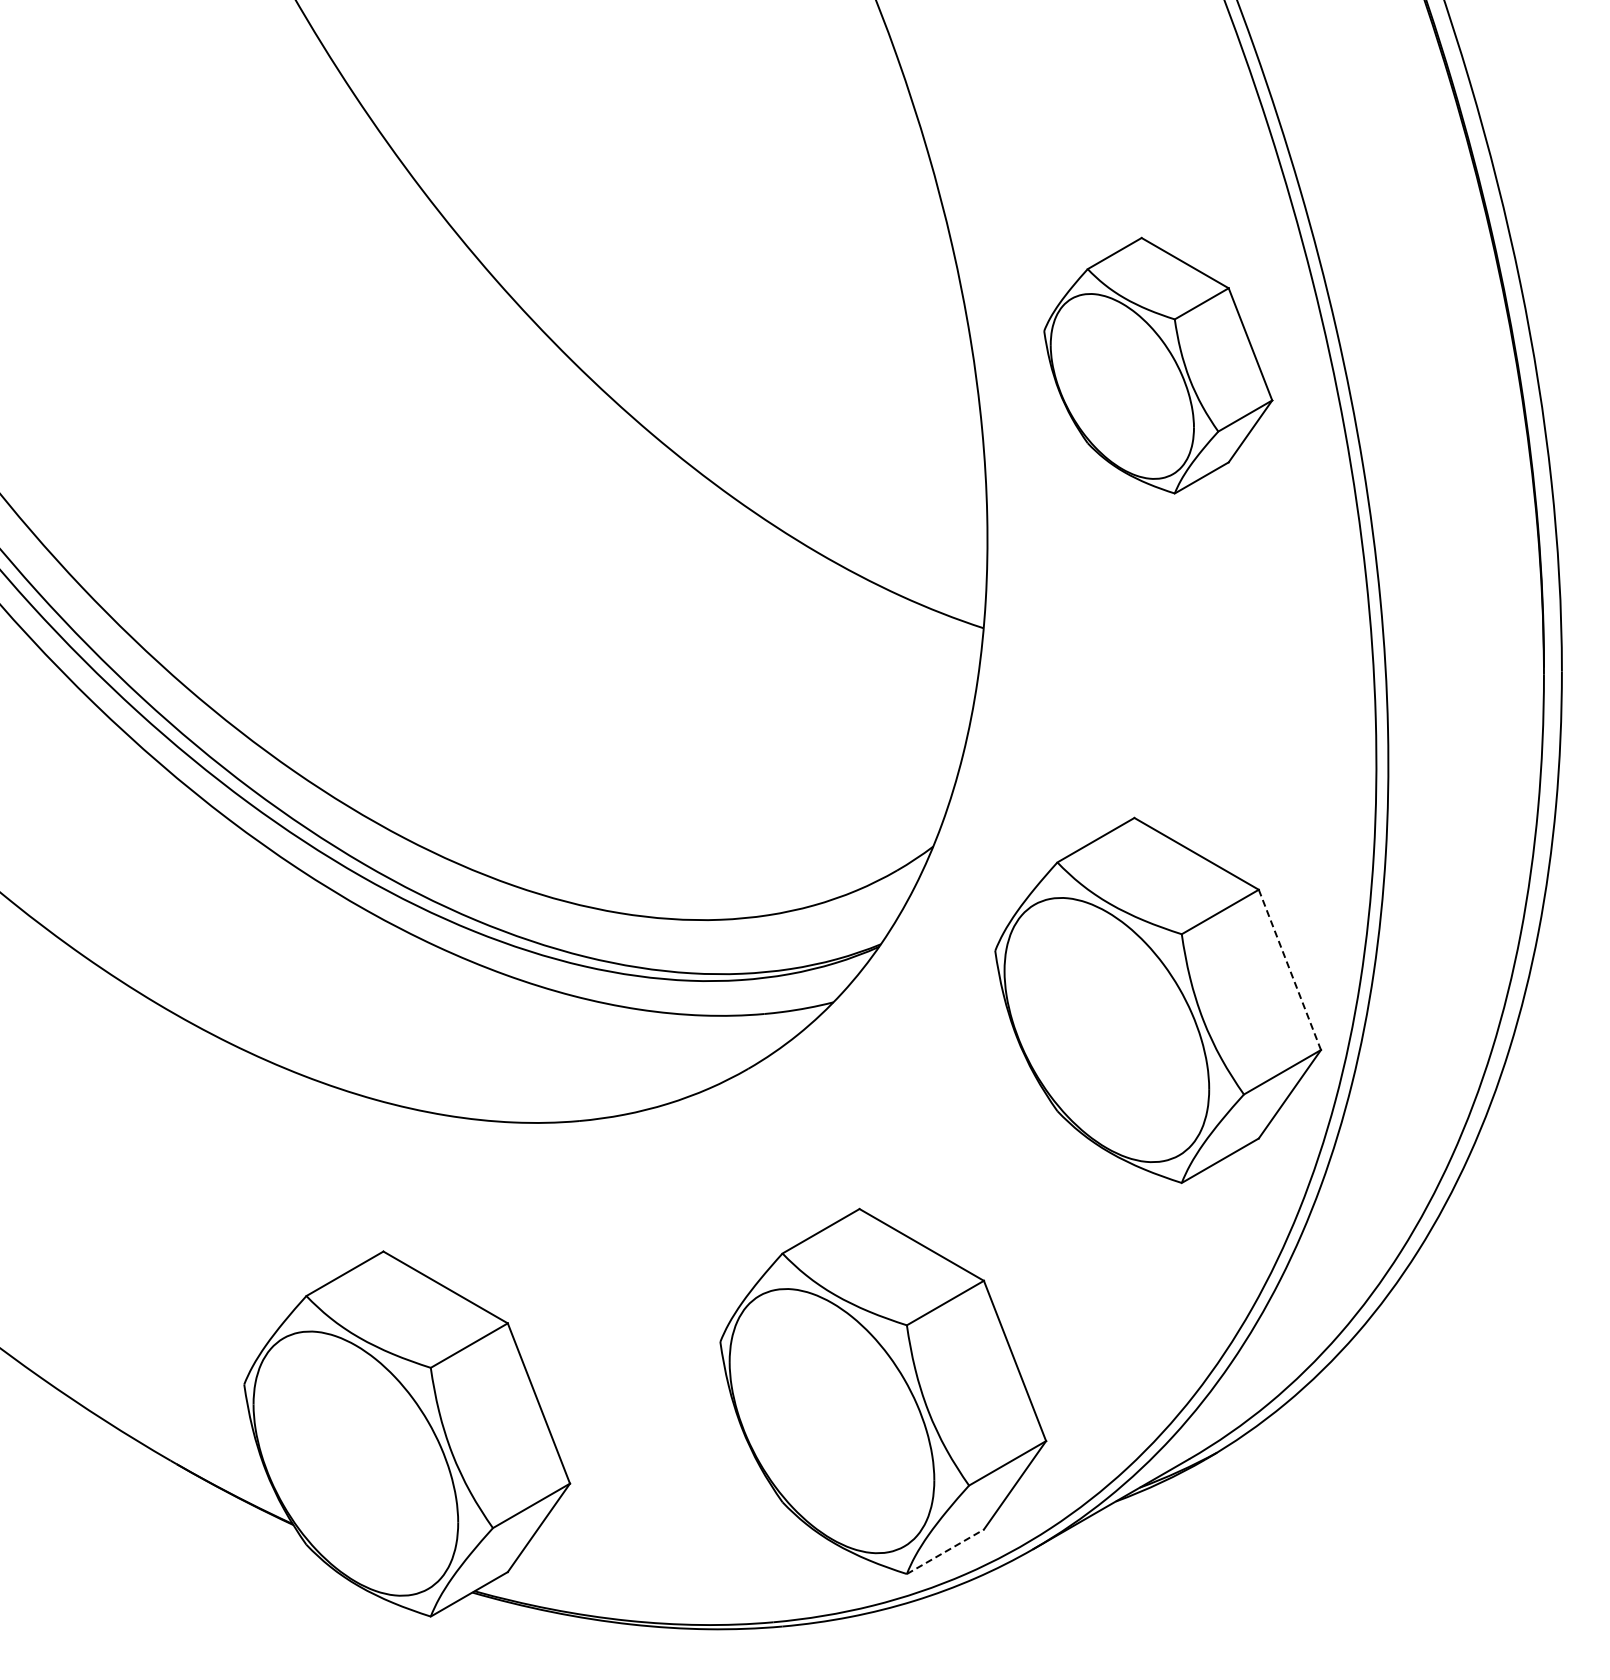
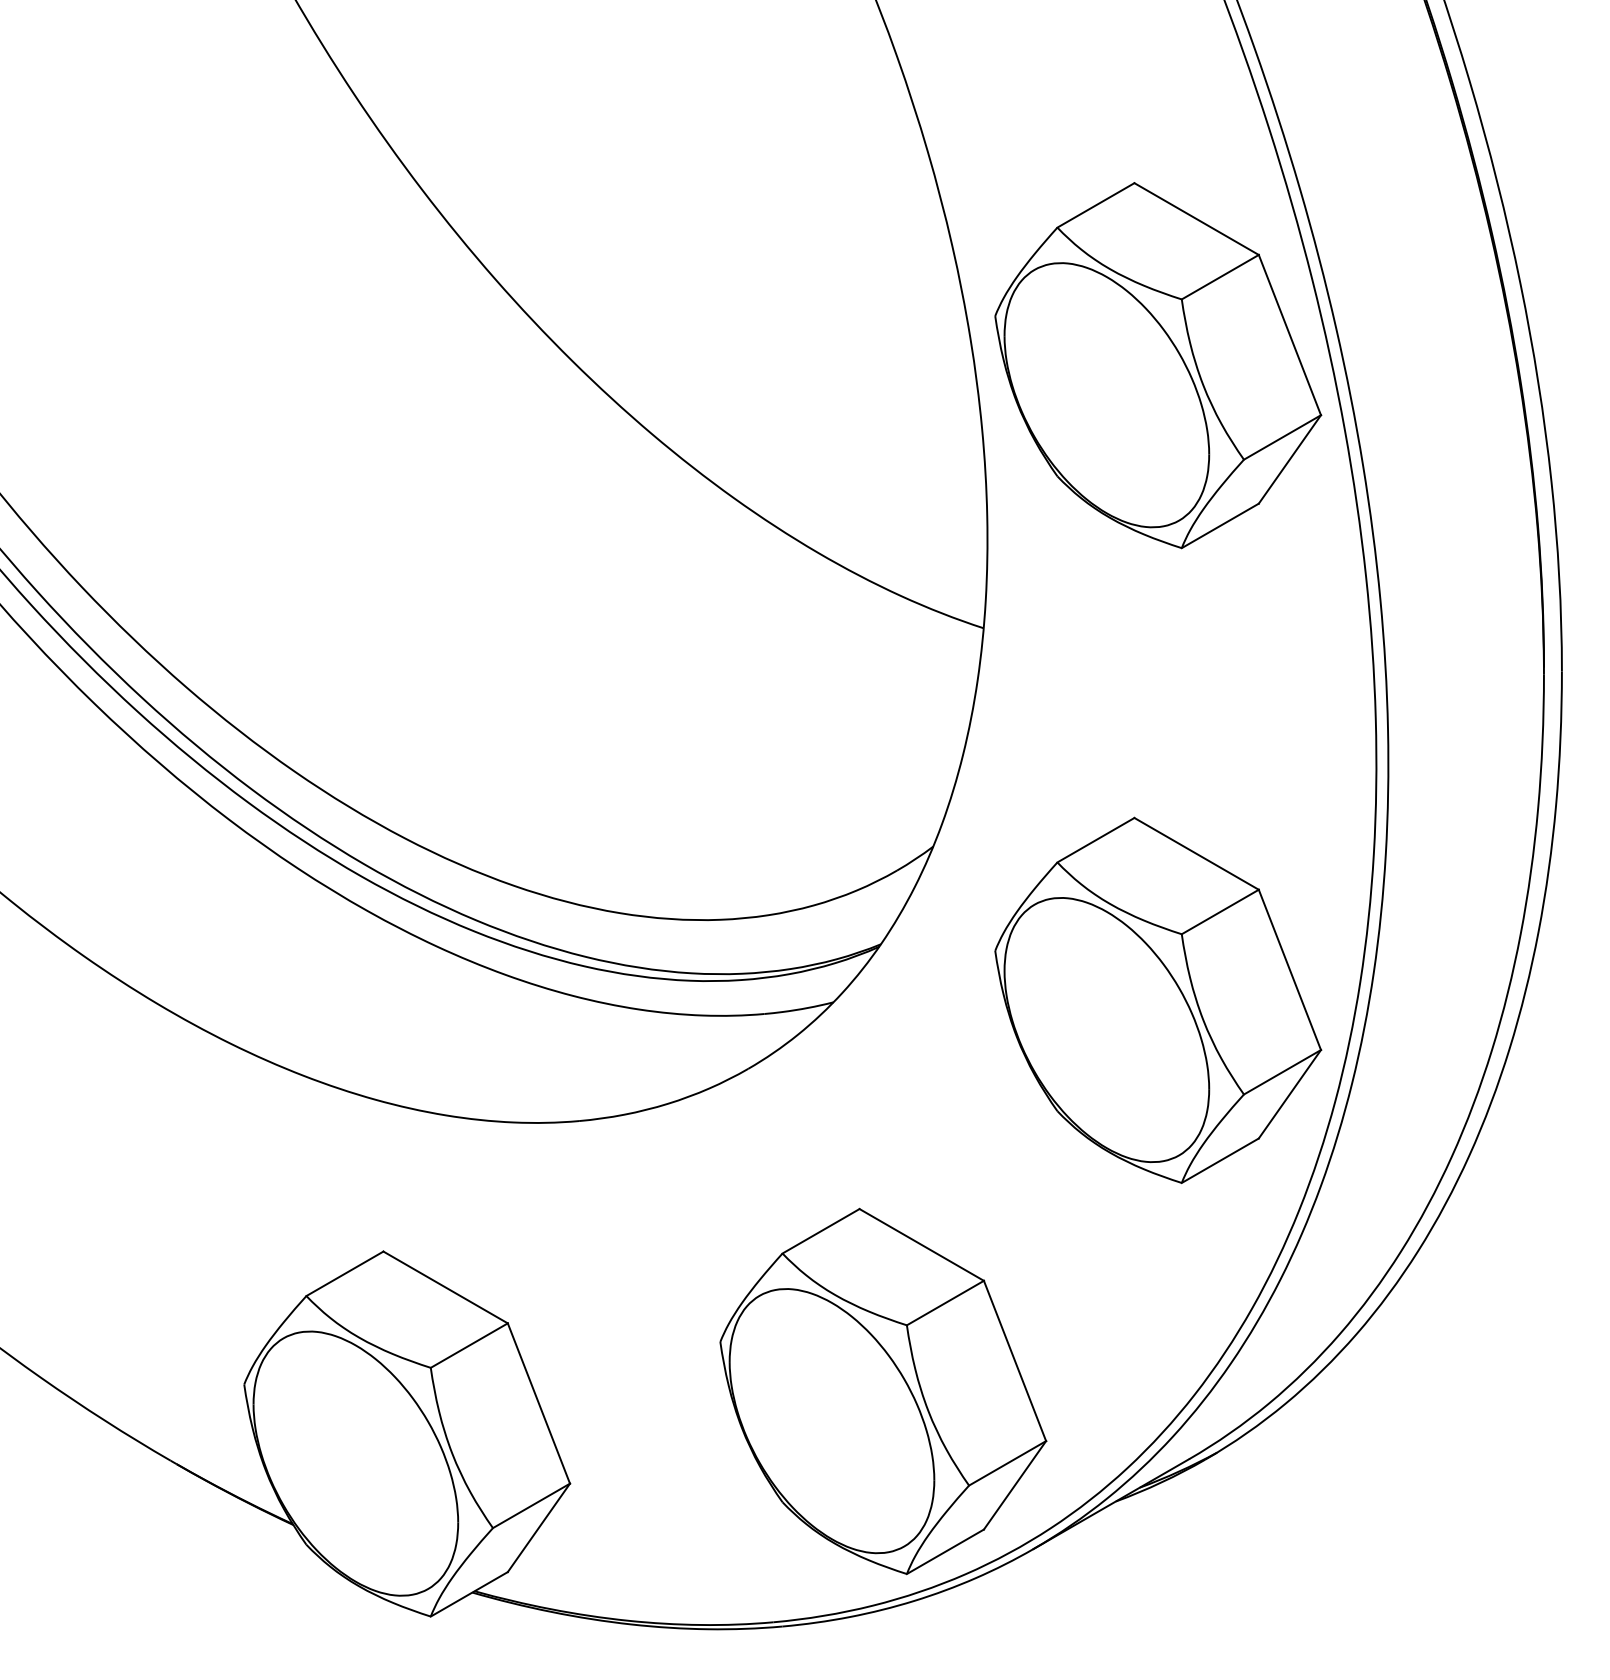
part at (1158, 365) size: 231x259 px -> 329x368 px
line at (1289, 969): dashed -> solid
line at (945, 1551): dashed -> solid
